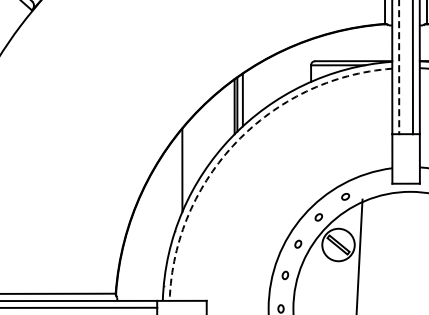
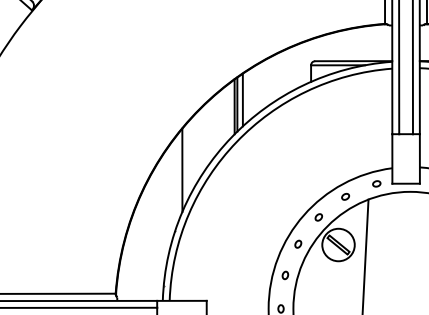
line at (399, 67): dashed -> solid
arc at (236, 142): dashed -> solid
part at (376, 183): none -> present
line at (359, 255) position: (359, 255) -> (365, 255)
